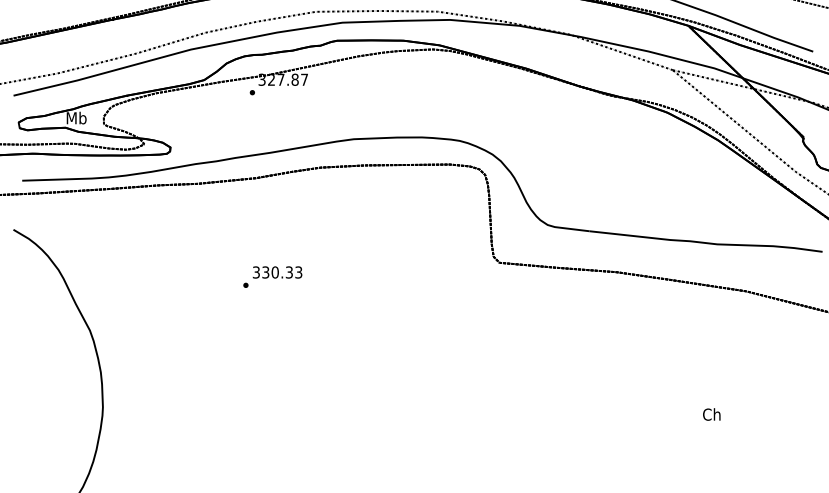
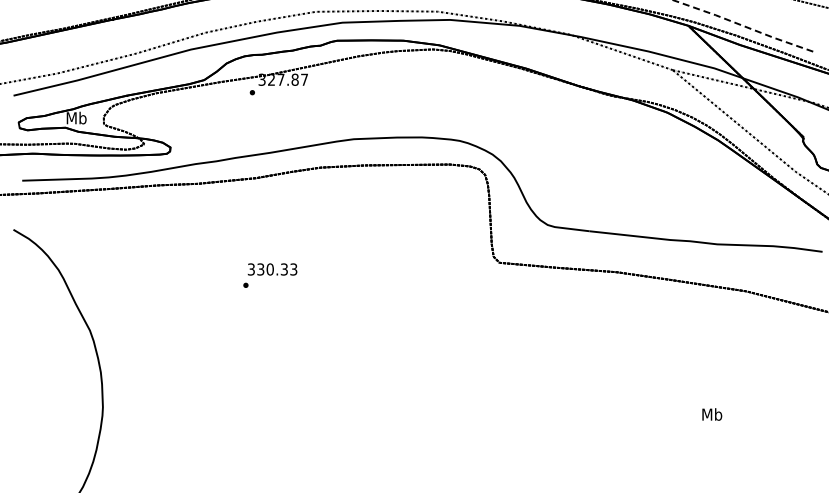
line at (743, 26): solid -> dashed
text at (277, 272) position: (277, 272) -> (272, 269)
text at (712, 414): Ch -> Mb
